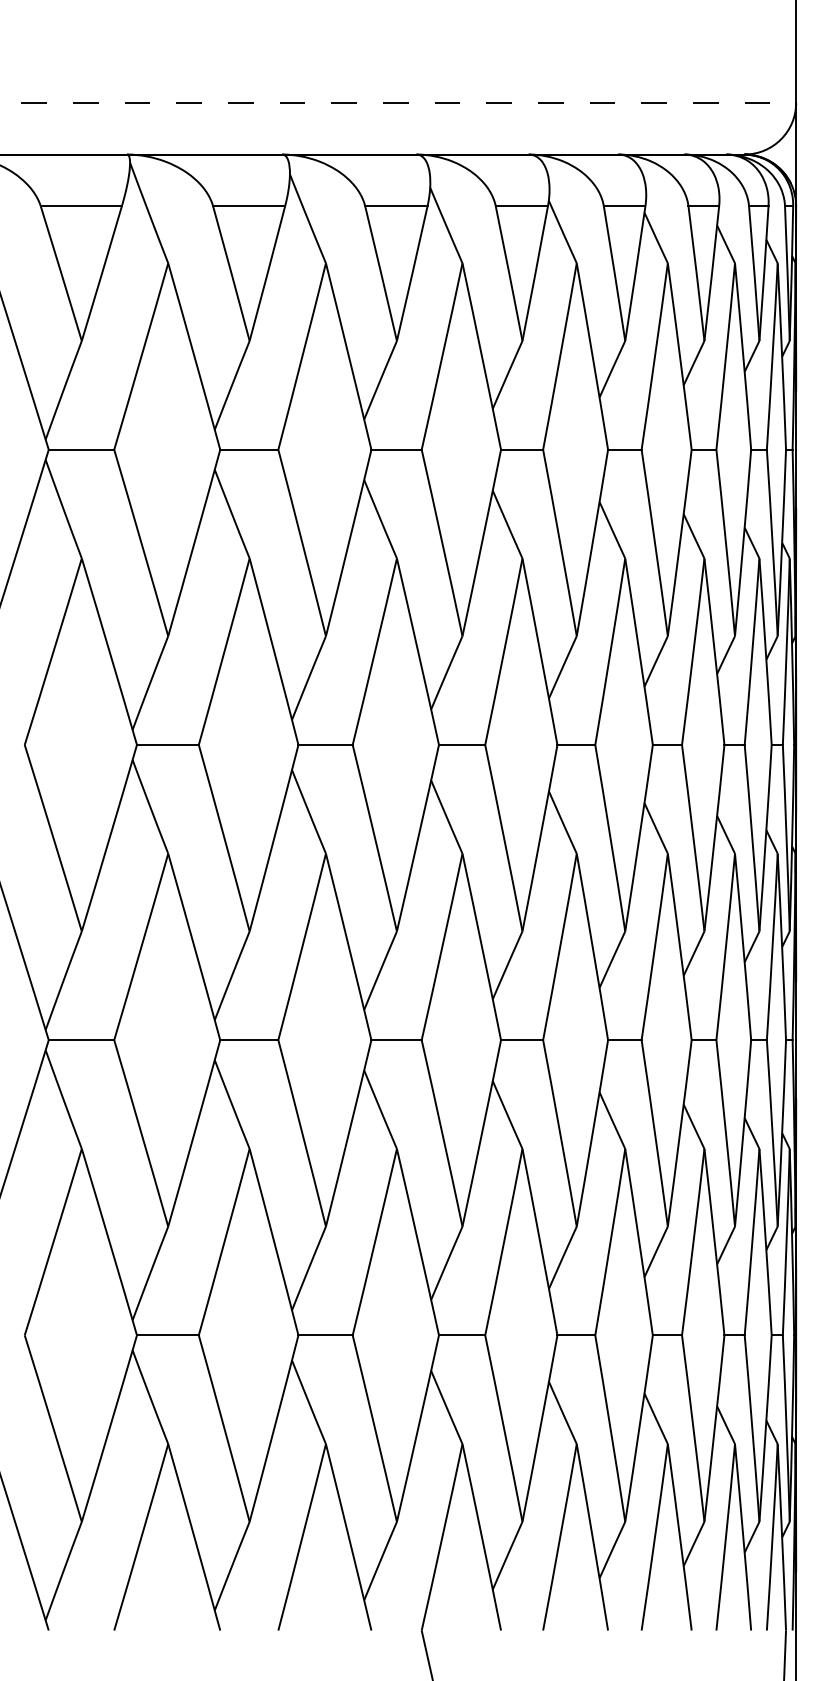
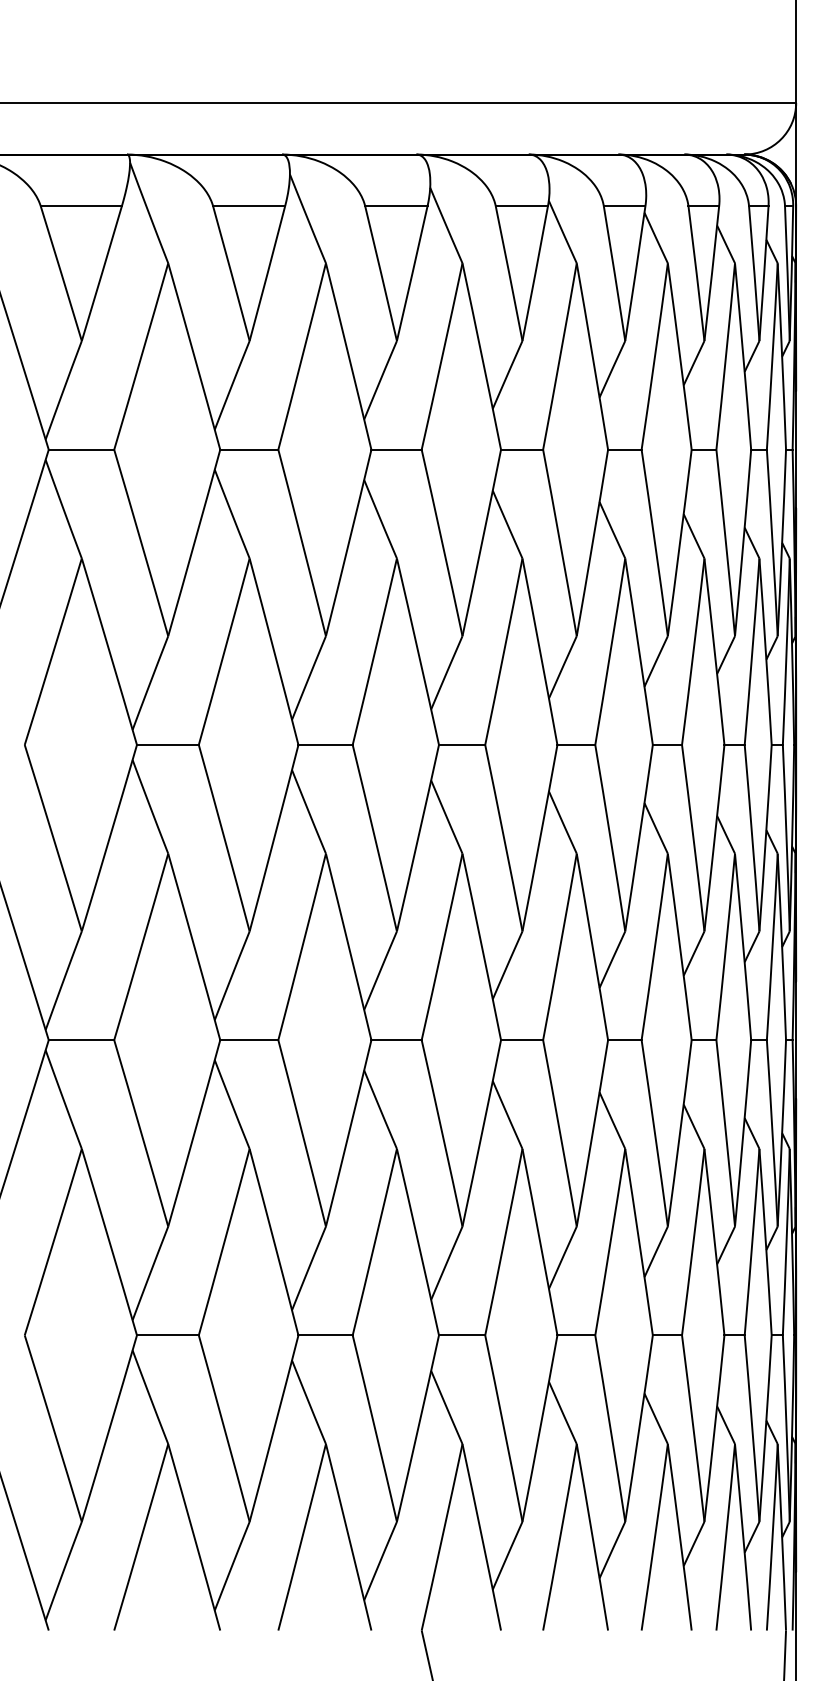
line at (398, 102): dashed -> solid
